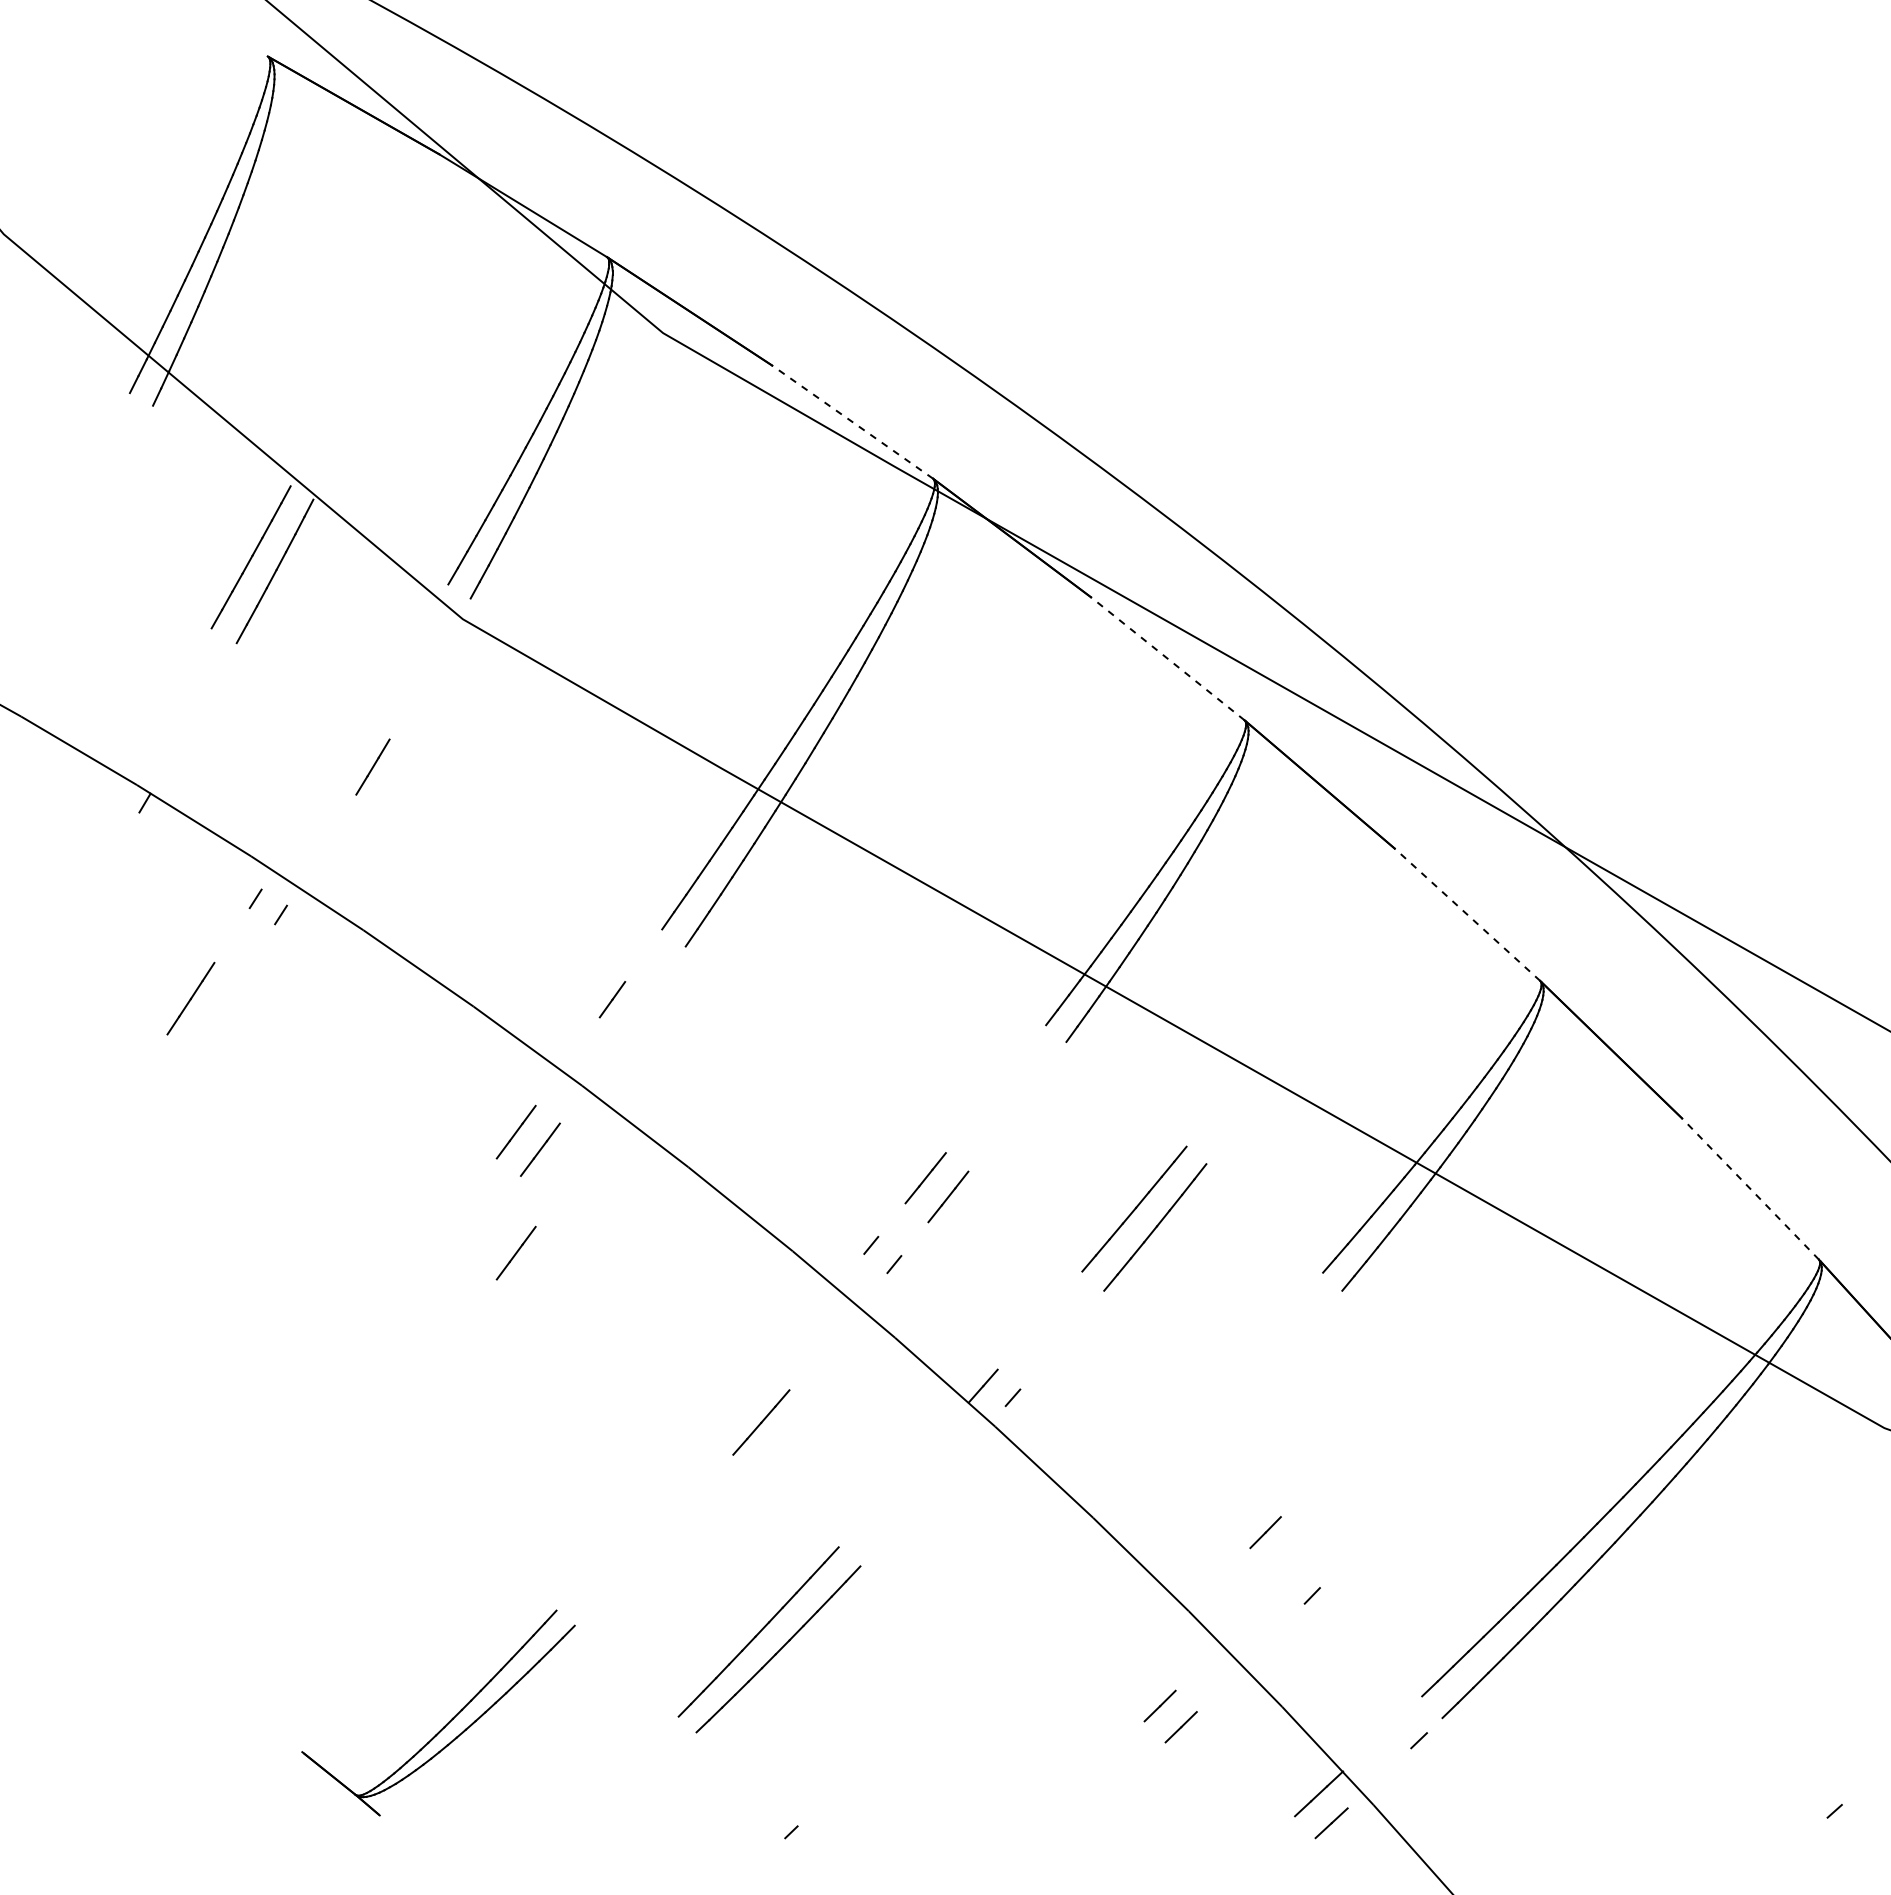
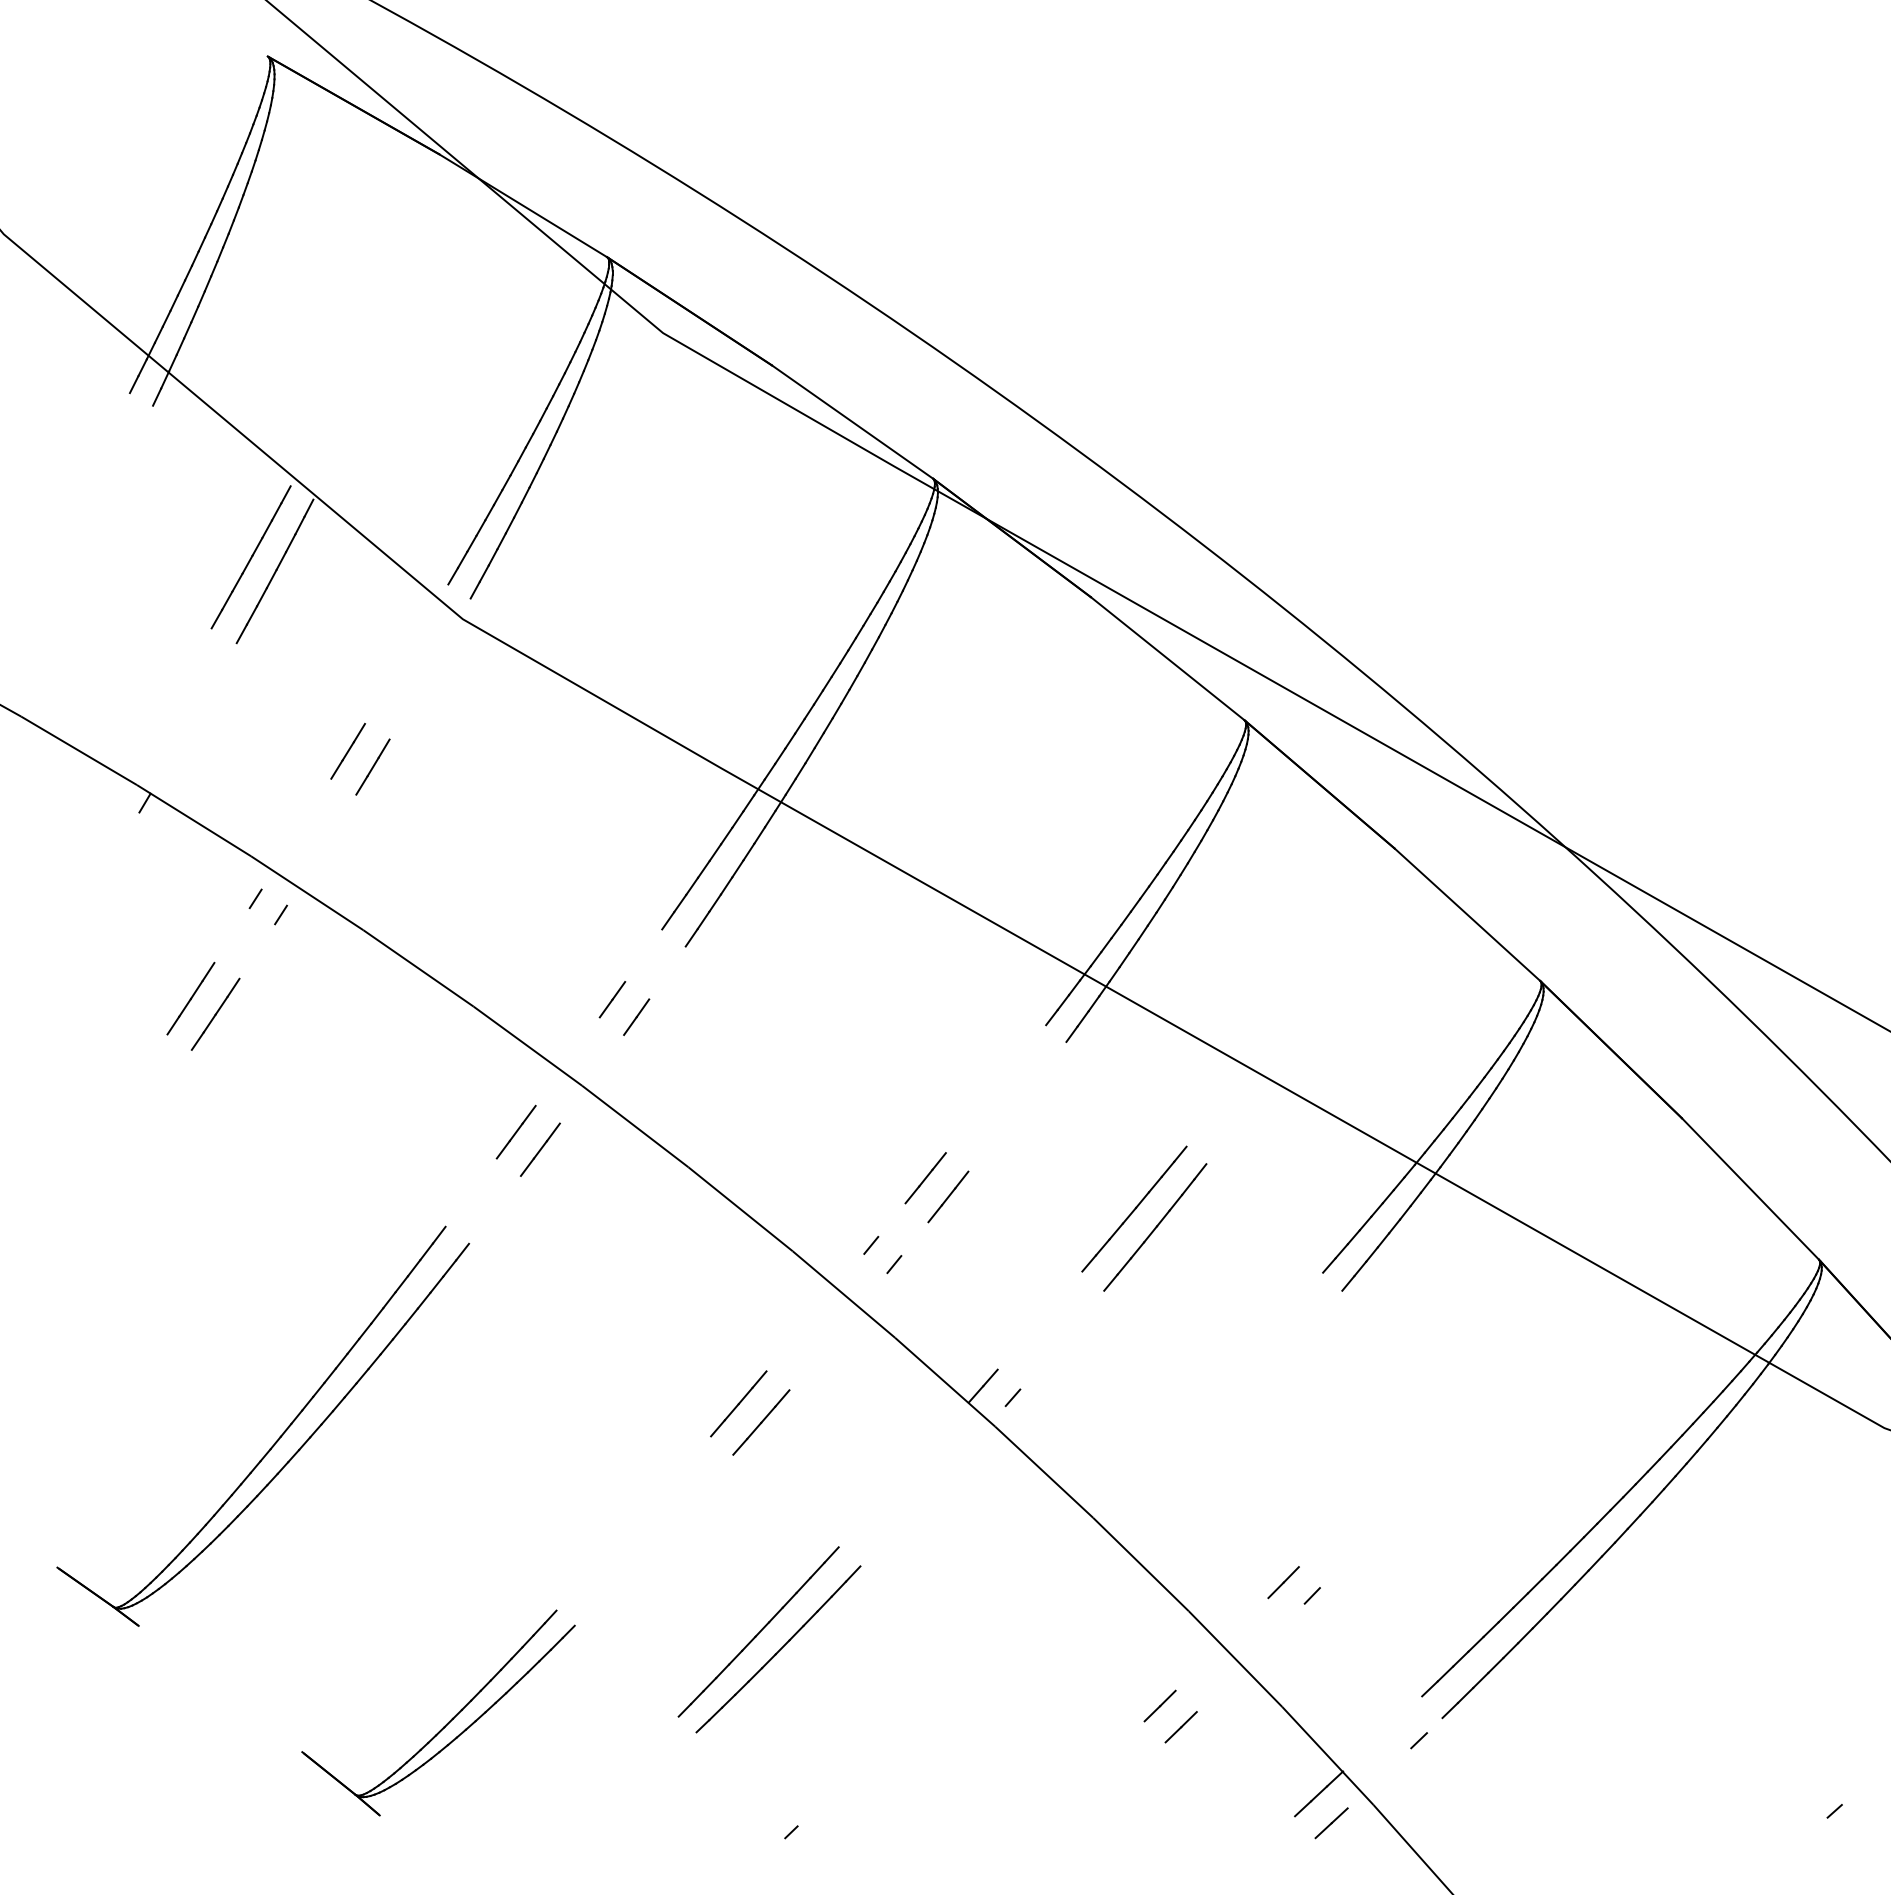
line at (852, 422): dashed -> solid
line at (1167, 658): dashed -> solid
line at (347, 750): none -> present
line at (1467, 914): dashed -> solid
line at (215, 1013): none -> present
line at (636, 1016): none -> present
line at (1750, 1189): dashed -> solid
line at (515, 1252): present -> none
line at (738, 1403): none -> present
part at (279, 1436): none -> present
line at (1265, 1532) position: (1265, 1532) -> (1283, 1582)
